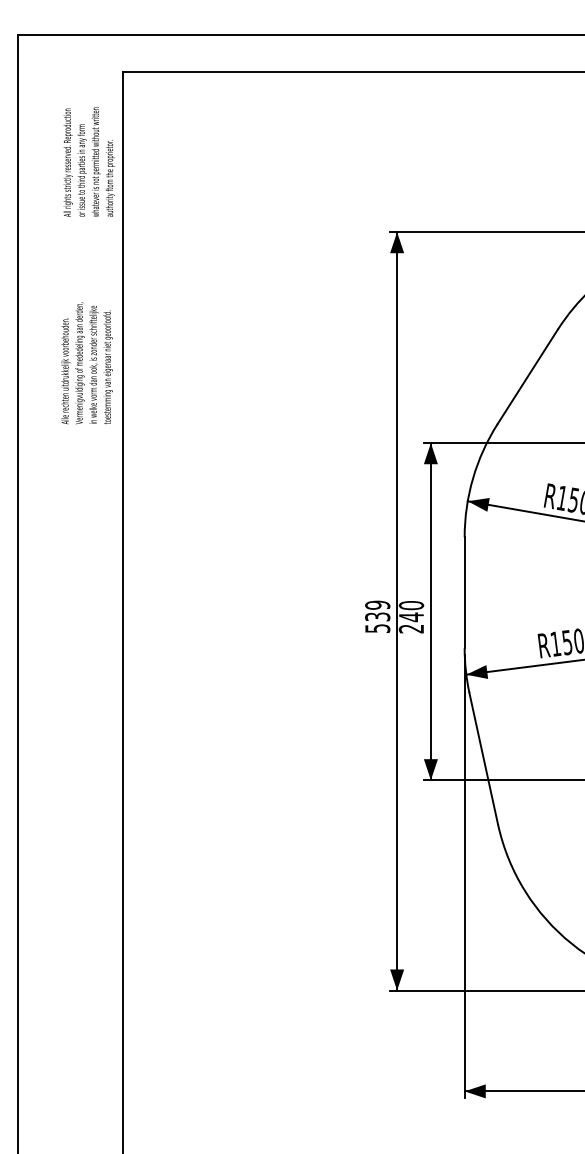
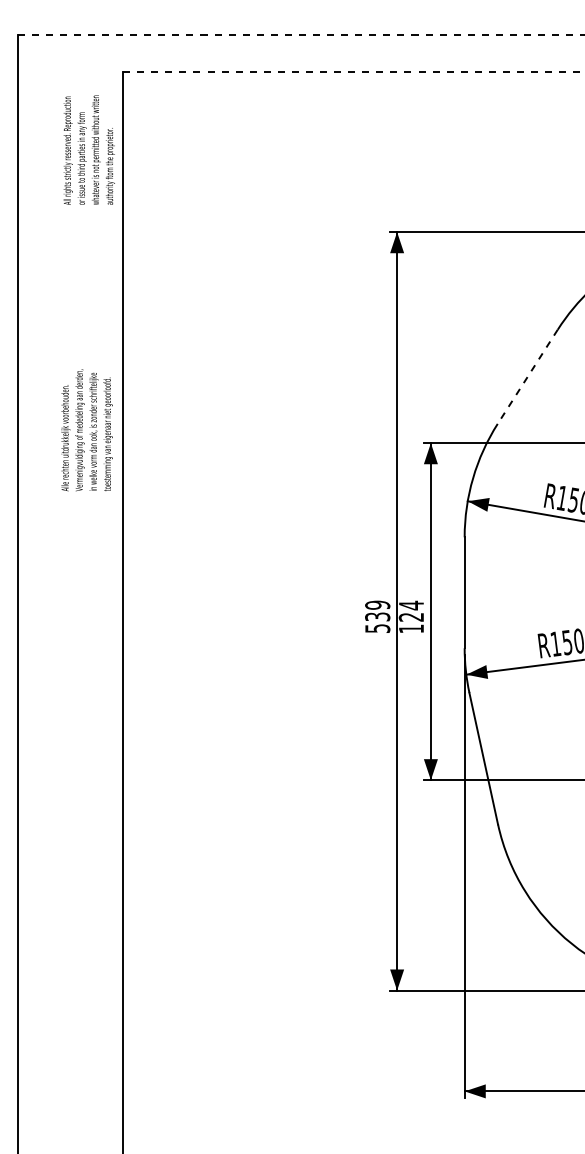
line at (301, 34): solid -> dashed
line at (354, 71): solid -> dashed
text at (88, 161) position: (88, 161) -> (88, 149)
text at (86, 363) position: (86, 363) -> (86, 430)
line at (527, 376): solid -> dashed
text at (411, 616): 240 -> 124
